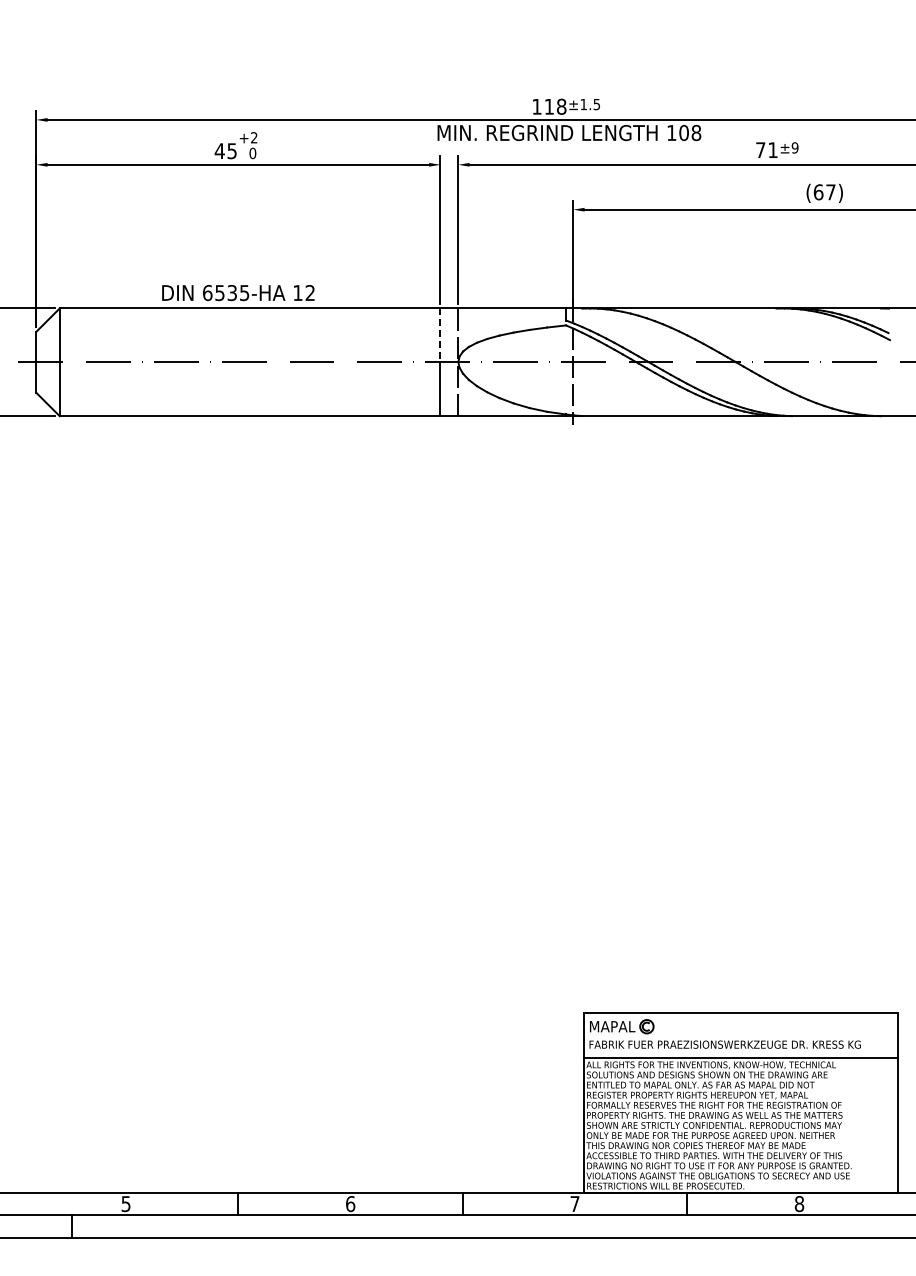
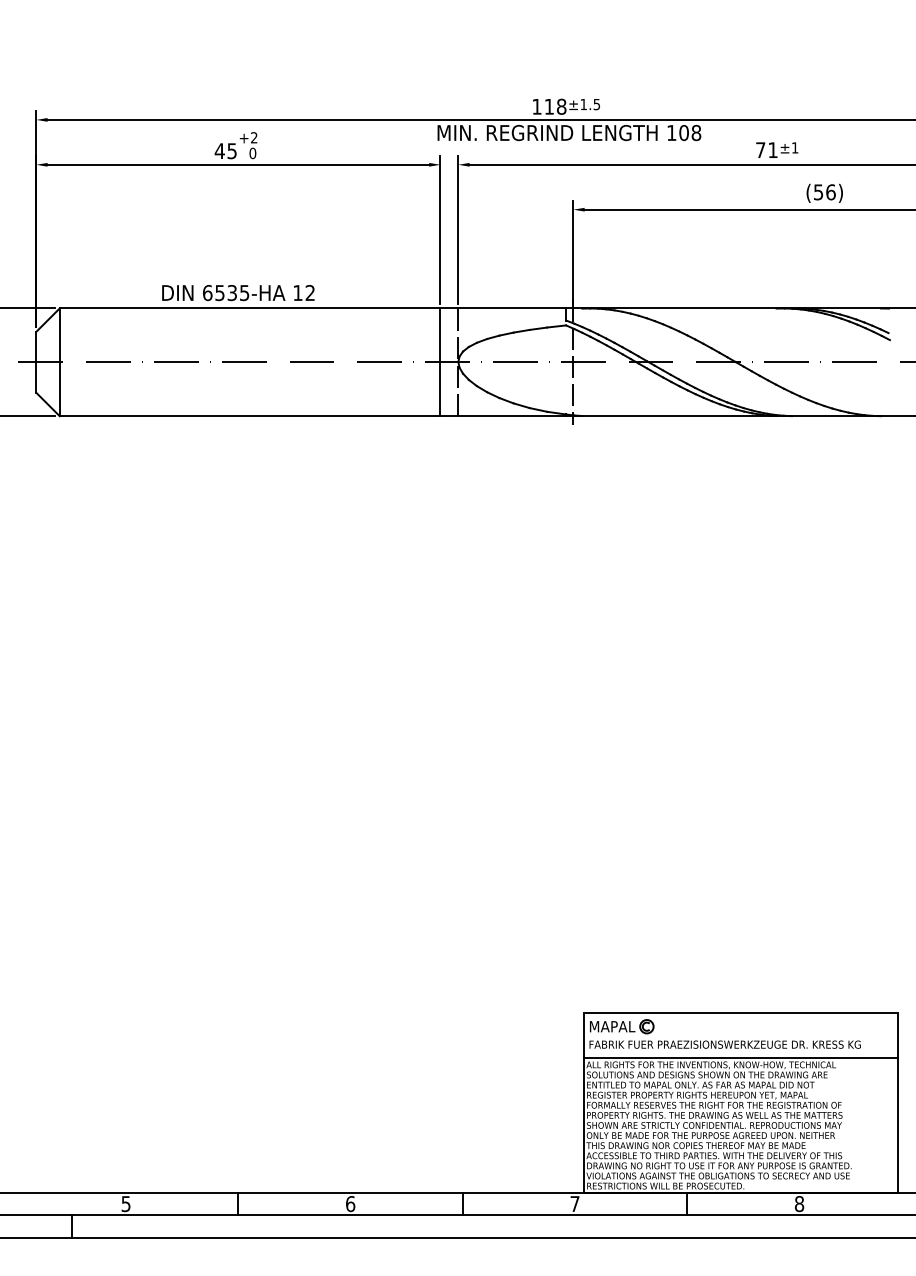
text at (794, 147): ±9 -> ±1
text at (824, 192): (67) -> (56)
line at (440, 335): dashed -> solid
